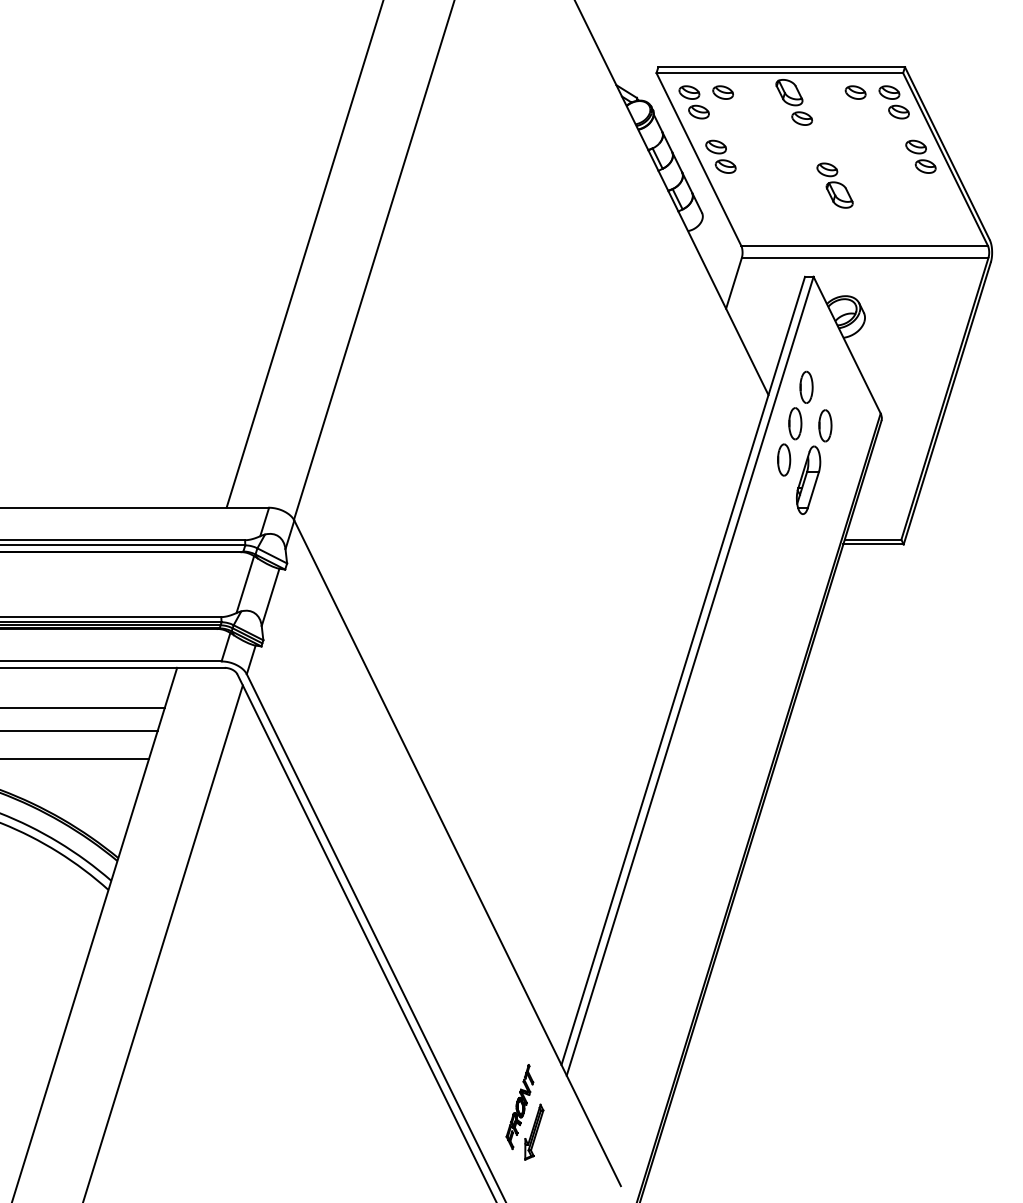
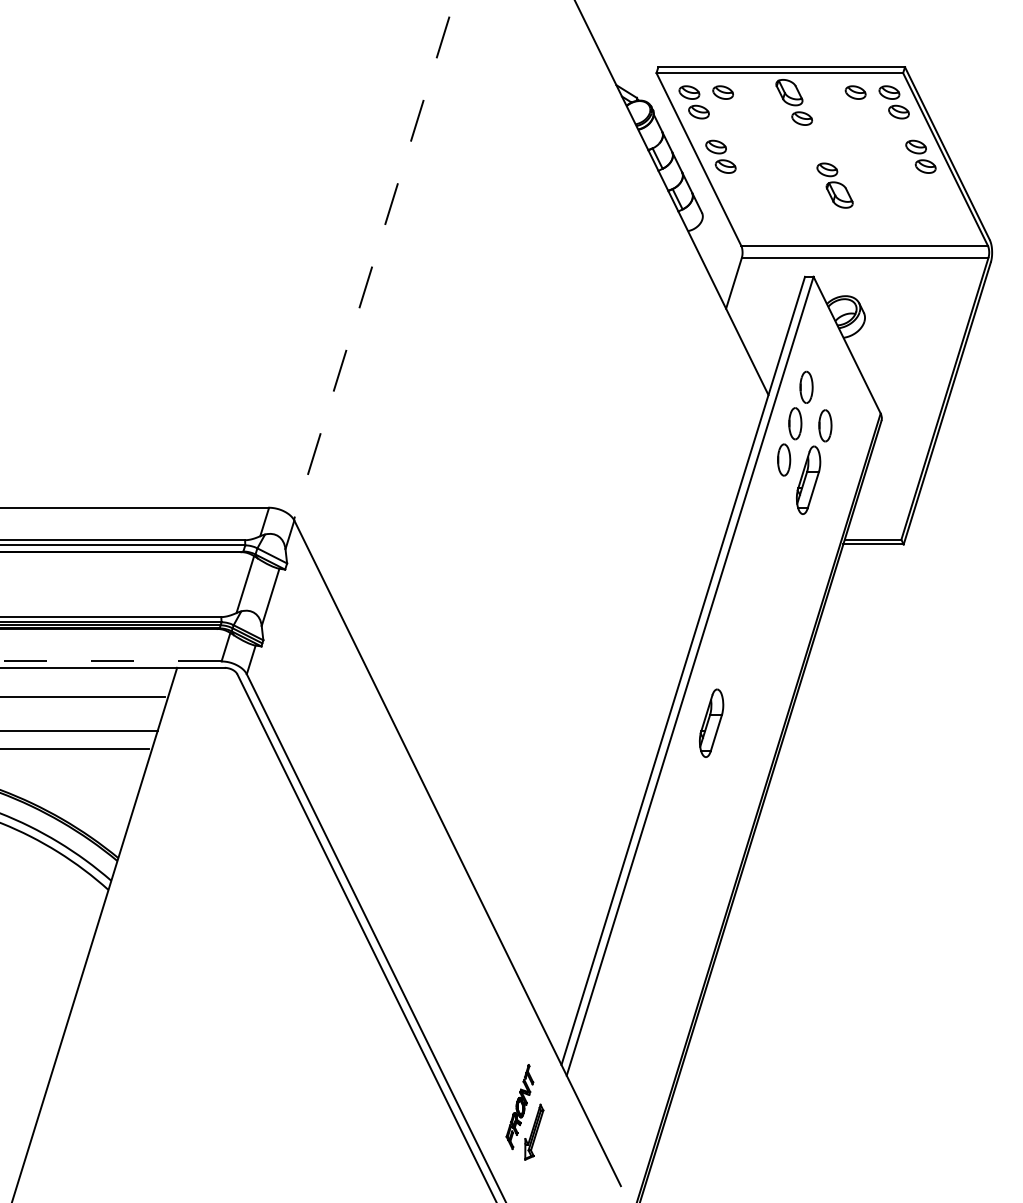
line at (304, 254): present -> none
line at (374, 260): solid -> dashed
line at (110, 661): solid -> dashed
line at (83, 708) position: (83, 708) -> (83, 697)
part at (711, 722): none -> present
line at (75, 759) position: (75, 759) -> (75, 749)
line at (163, 942): present -> none
